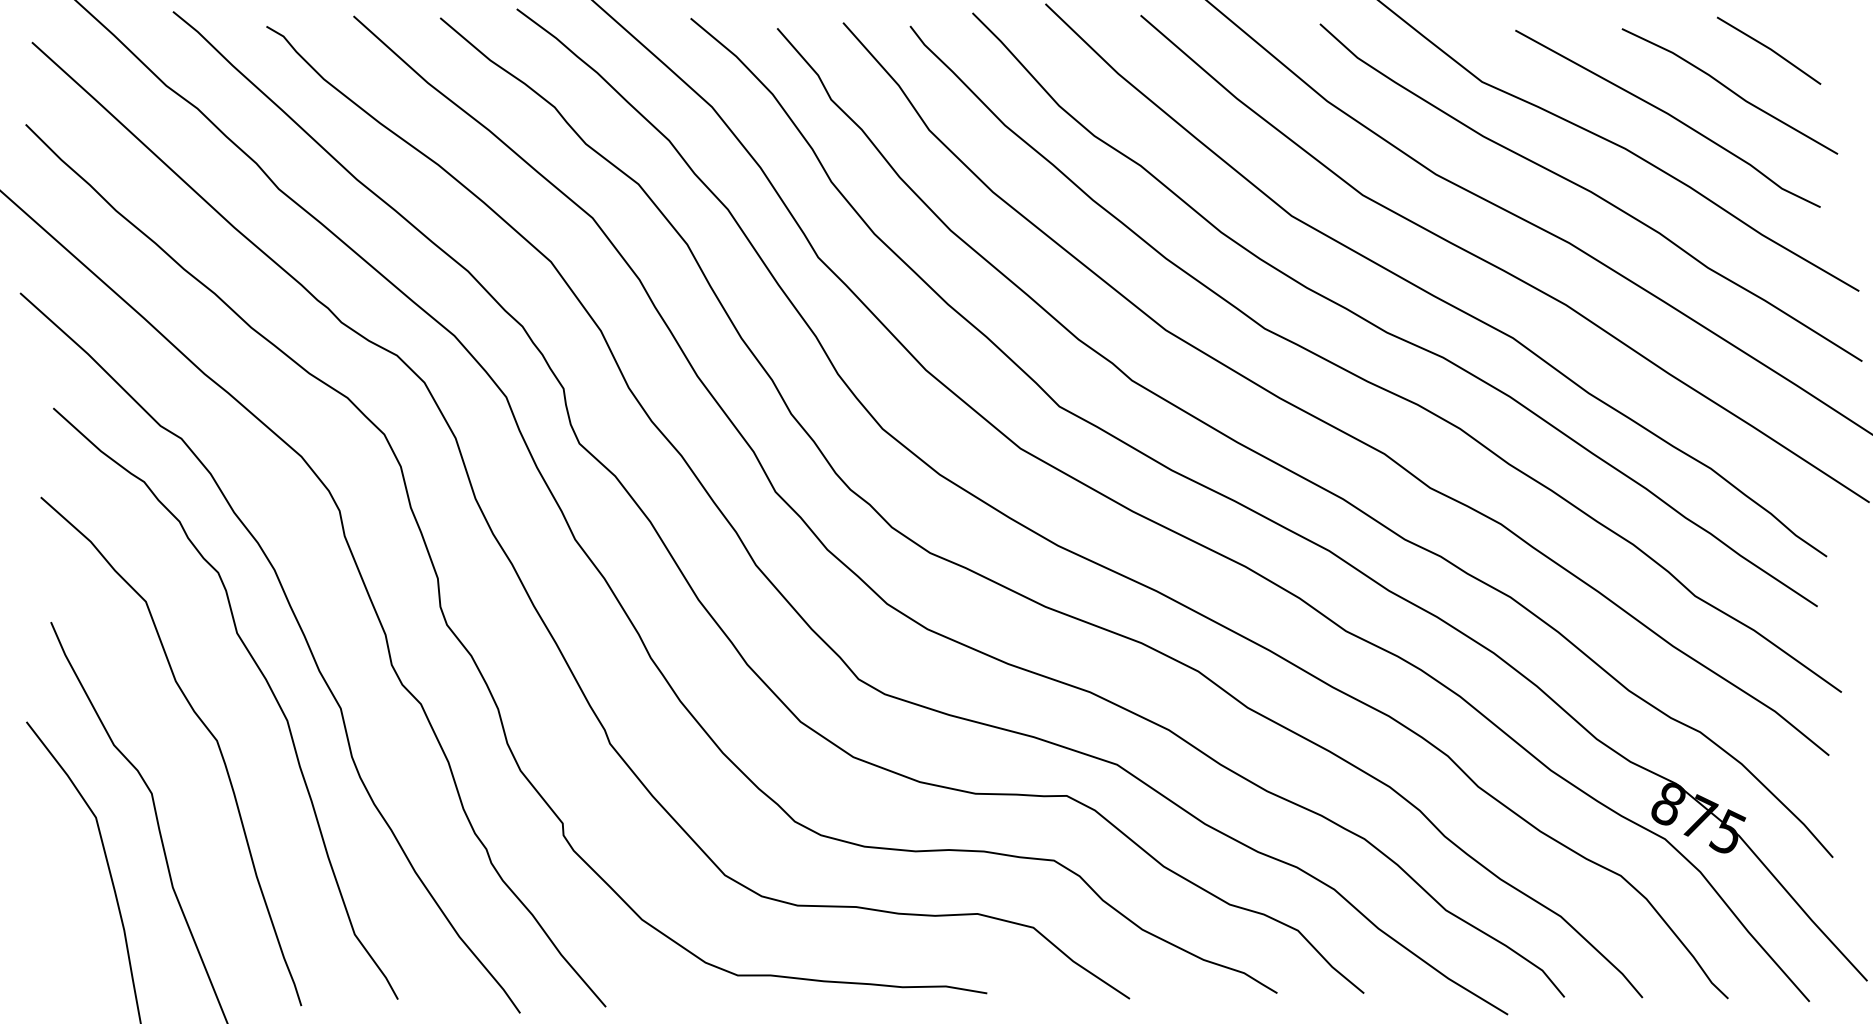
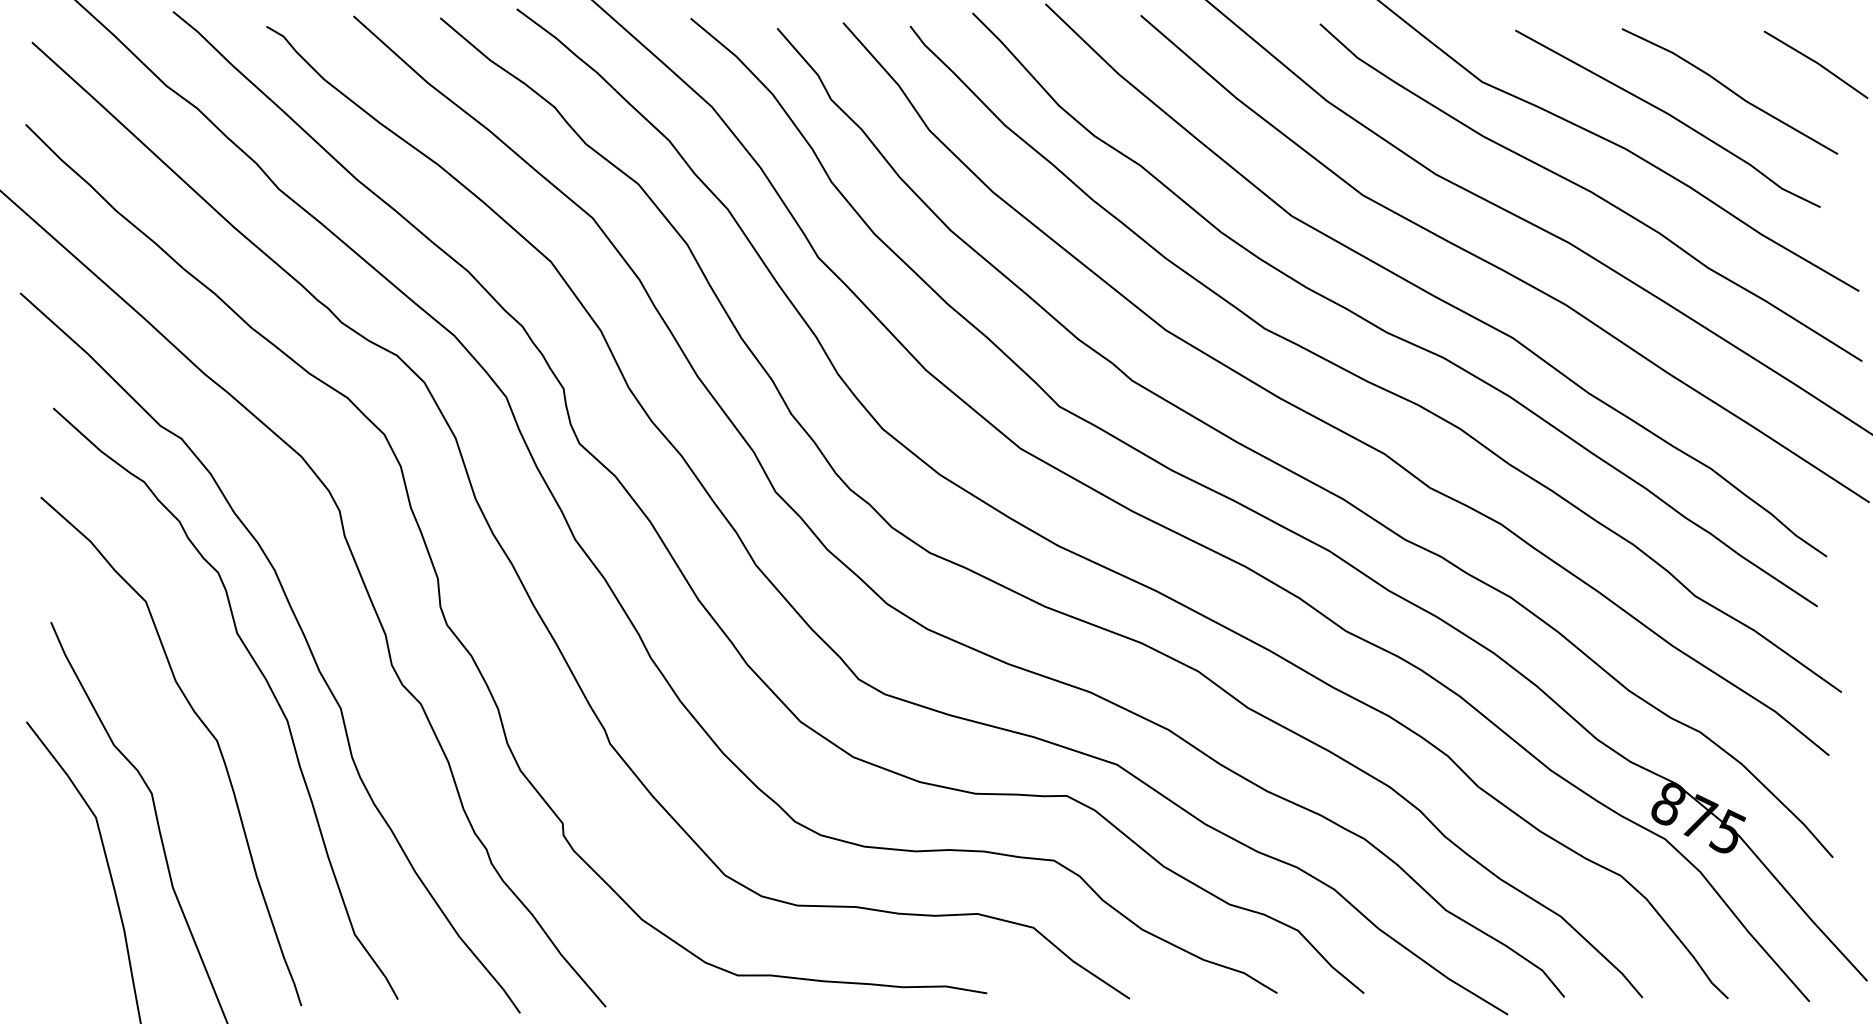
line at (1769, 49) position: (1769, 49) -> (1816, 63)
